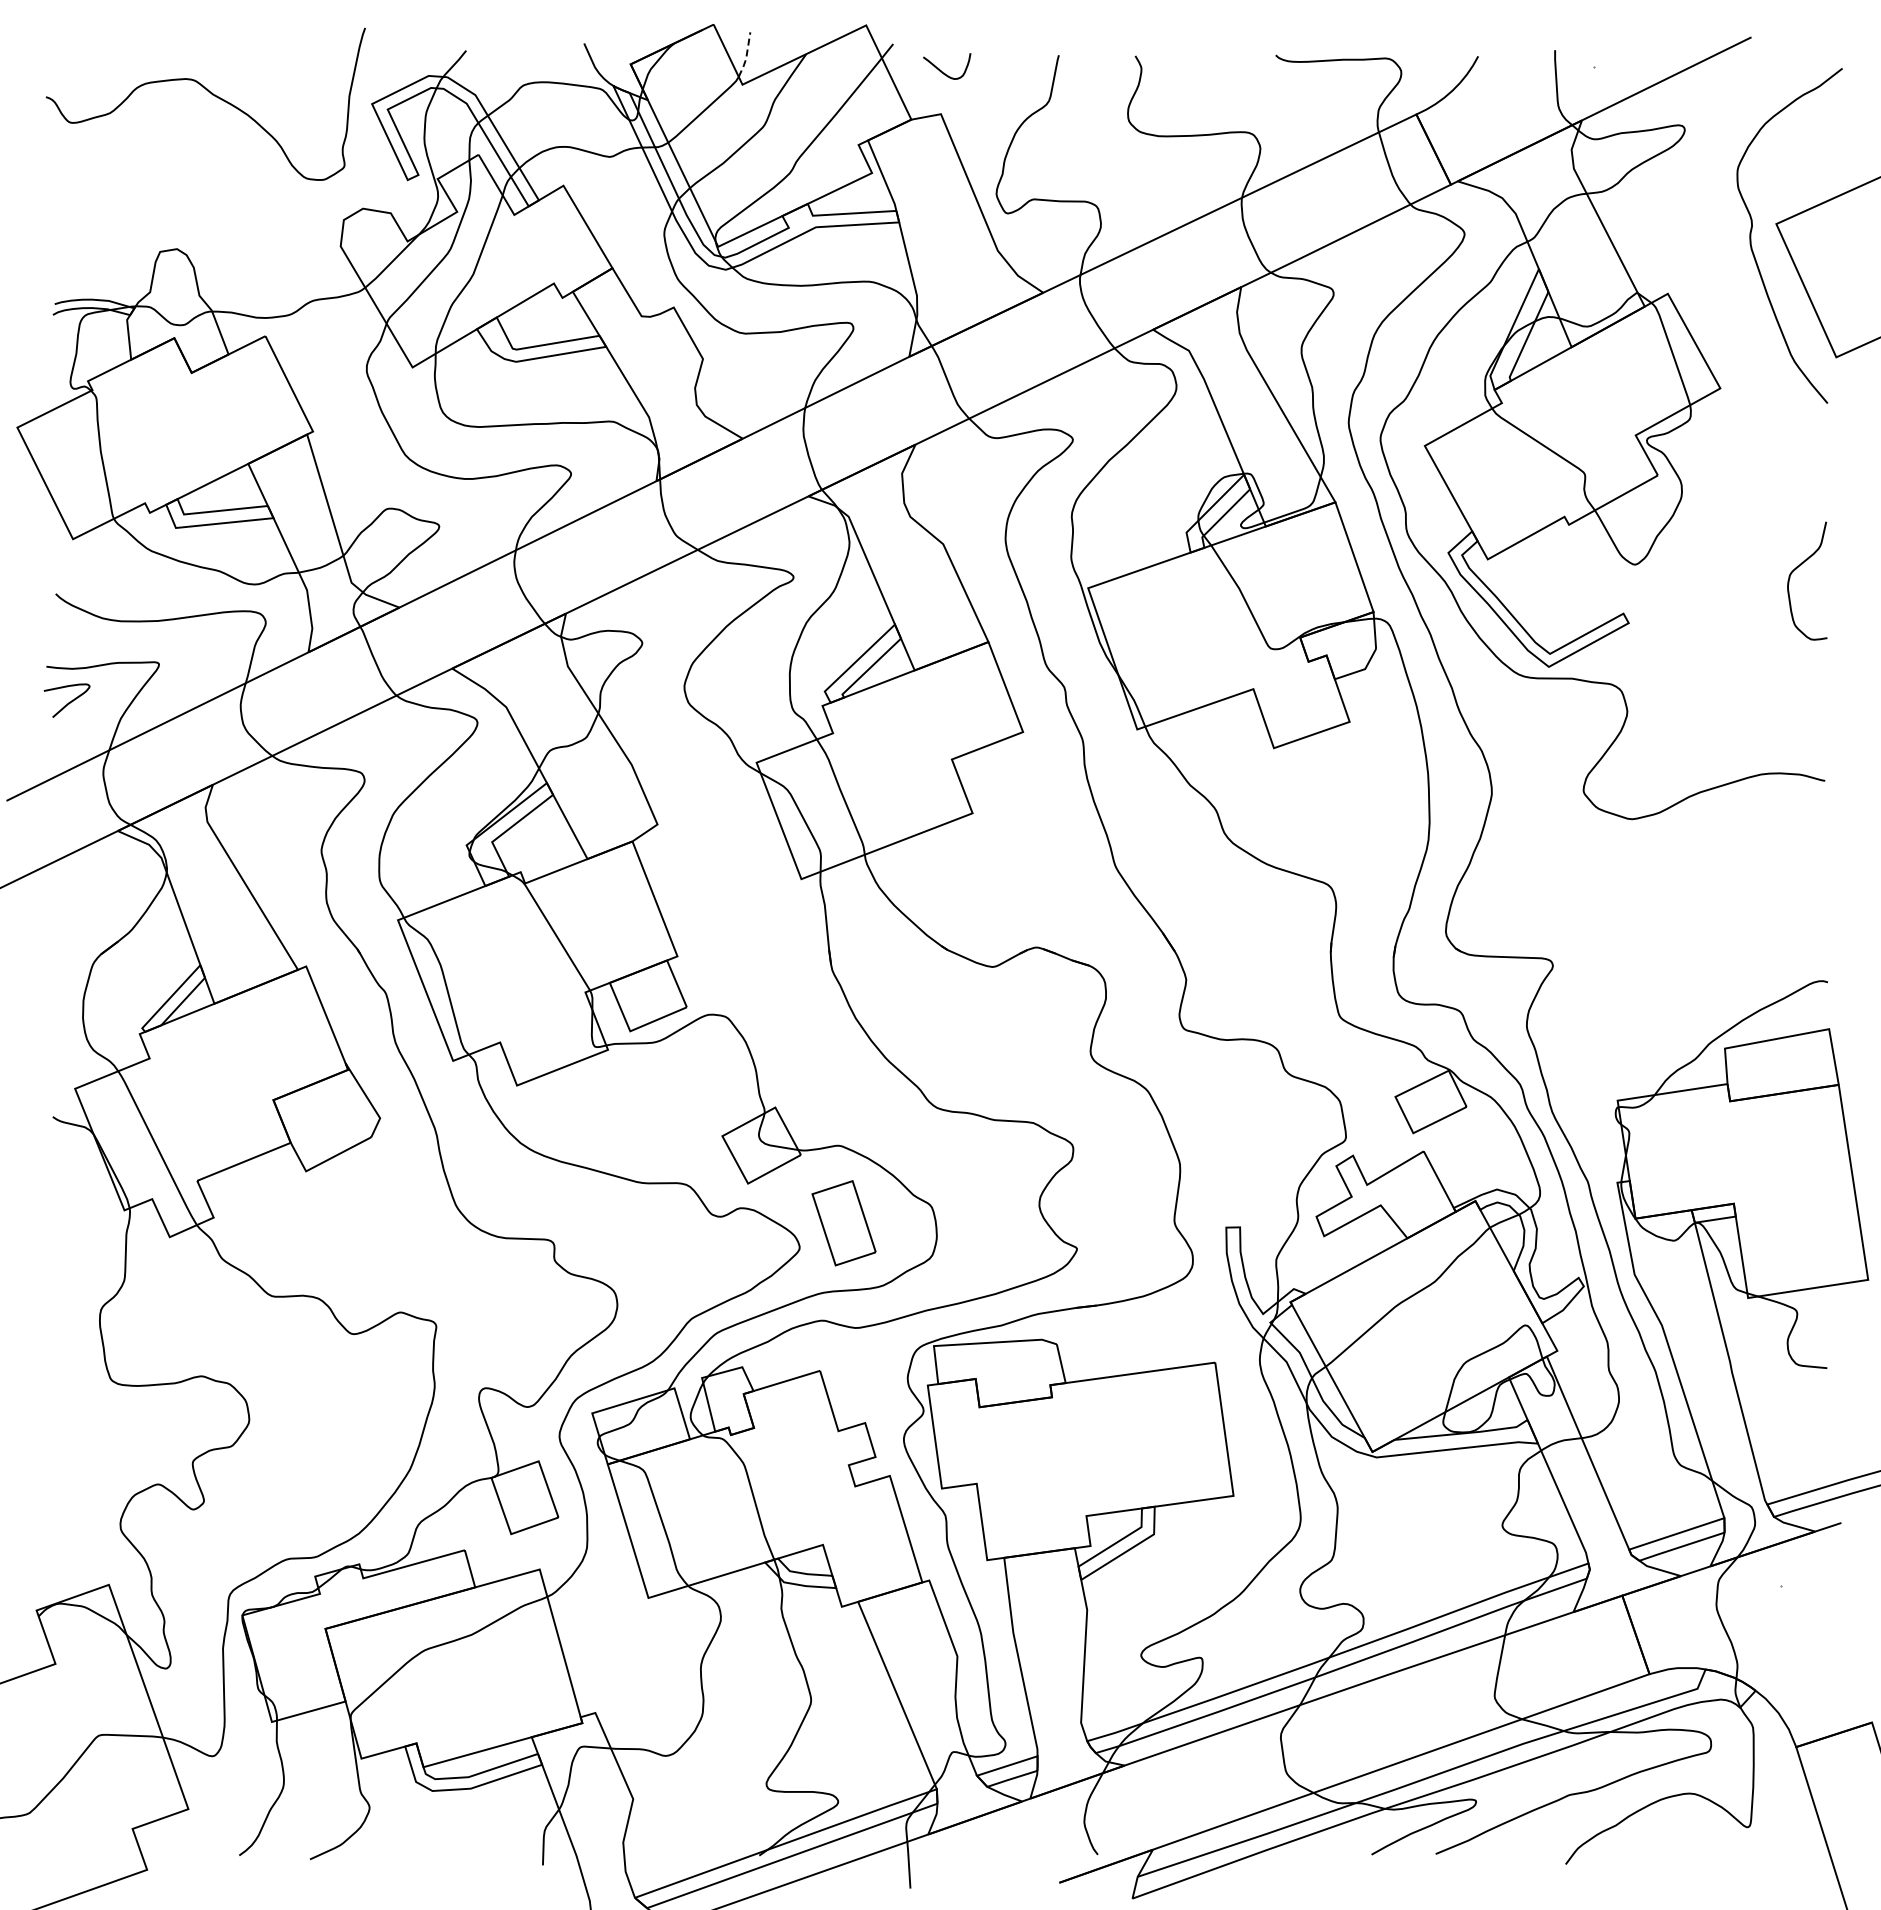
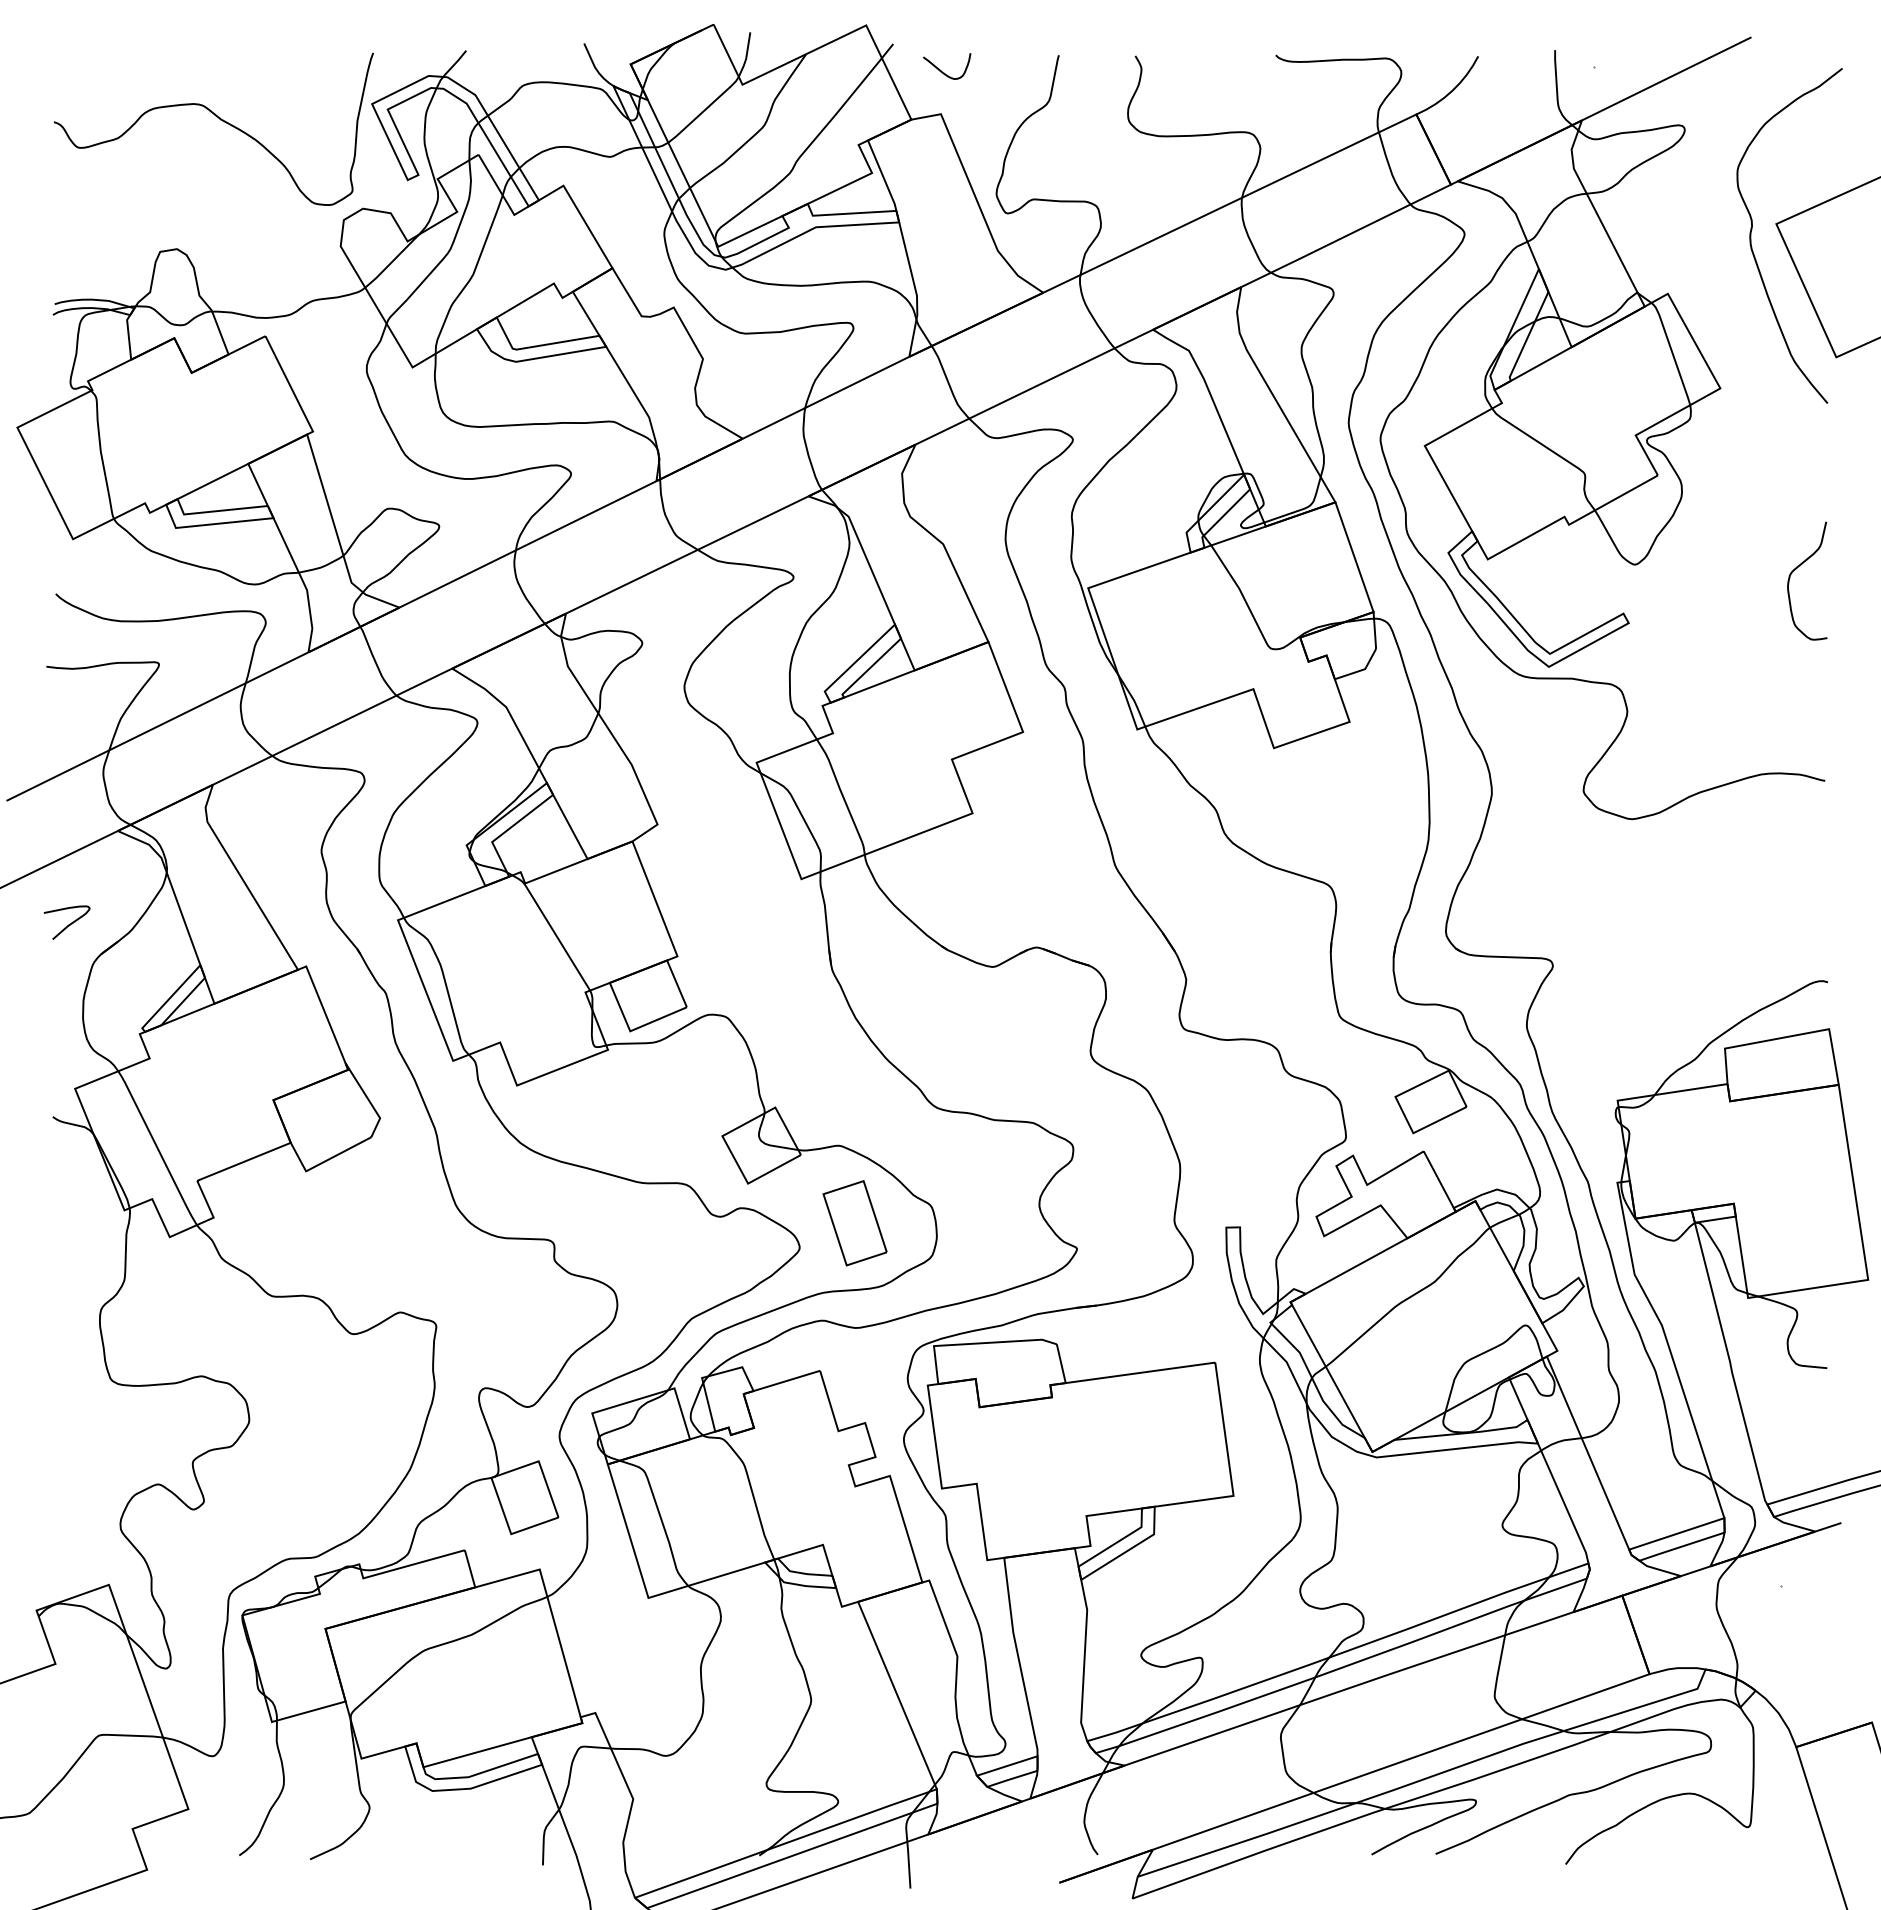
line at (746, 56): dashed -> solid
curve at (212, 95) position: (212, 95) -> (220, 120)
curve at (68, 702) position: (68, 702) -> (68, 924)
part at (843, 1223) position: (843, 1223) -> (854, 1223)
